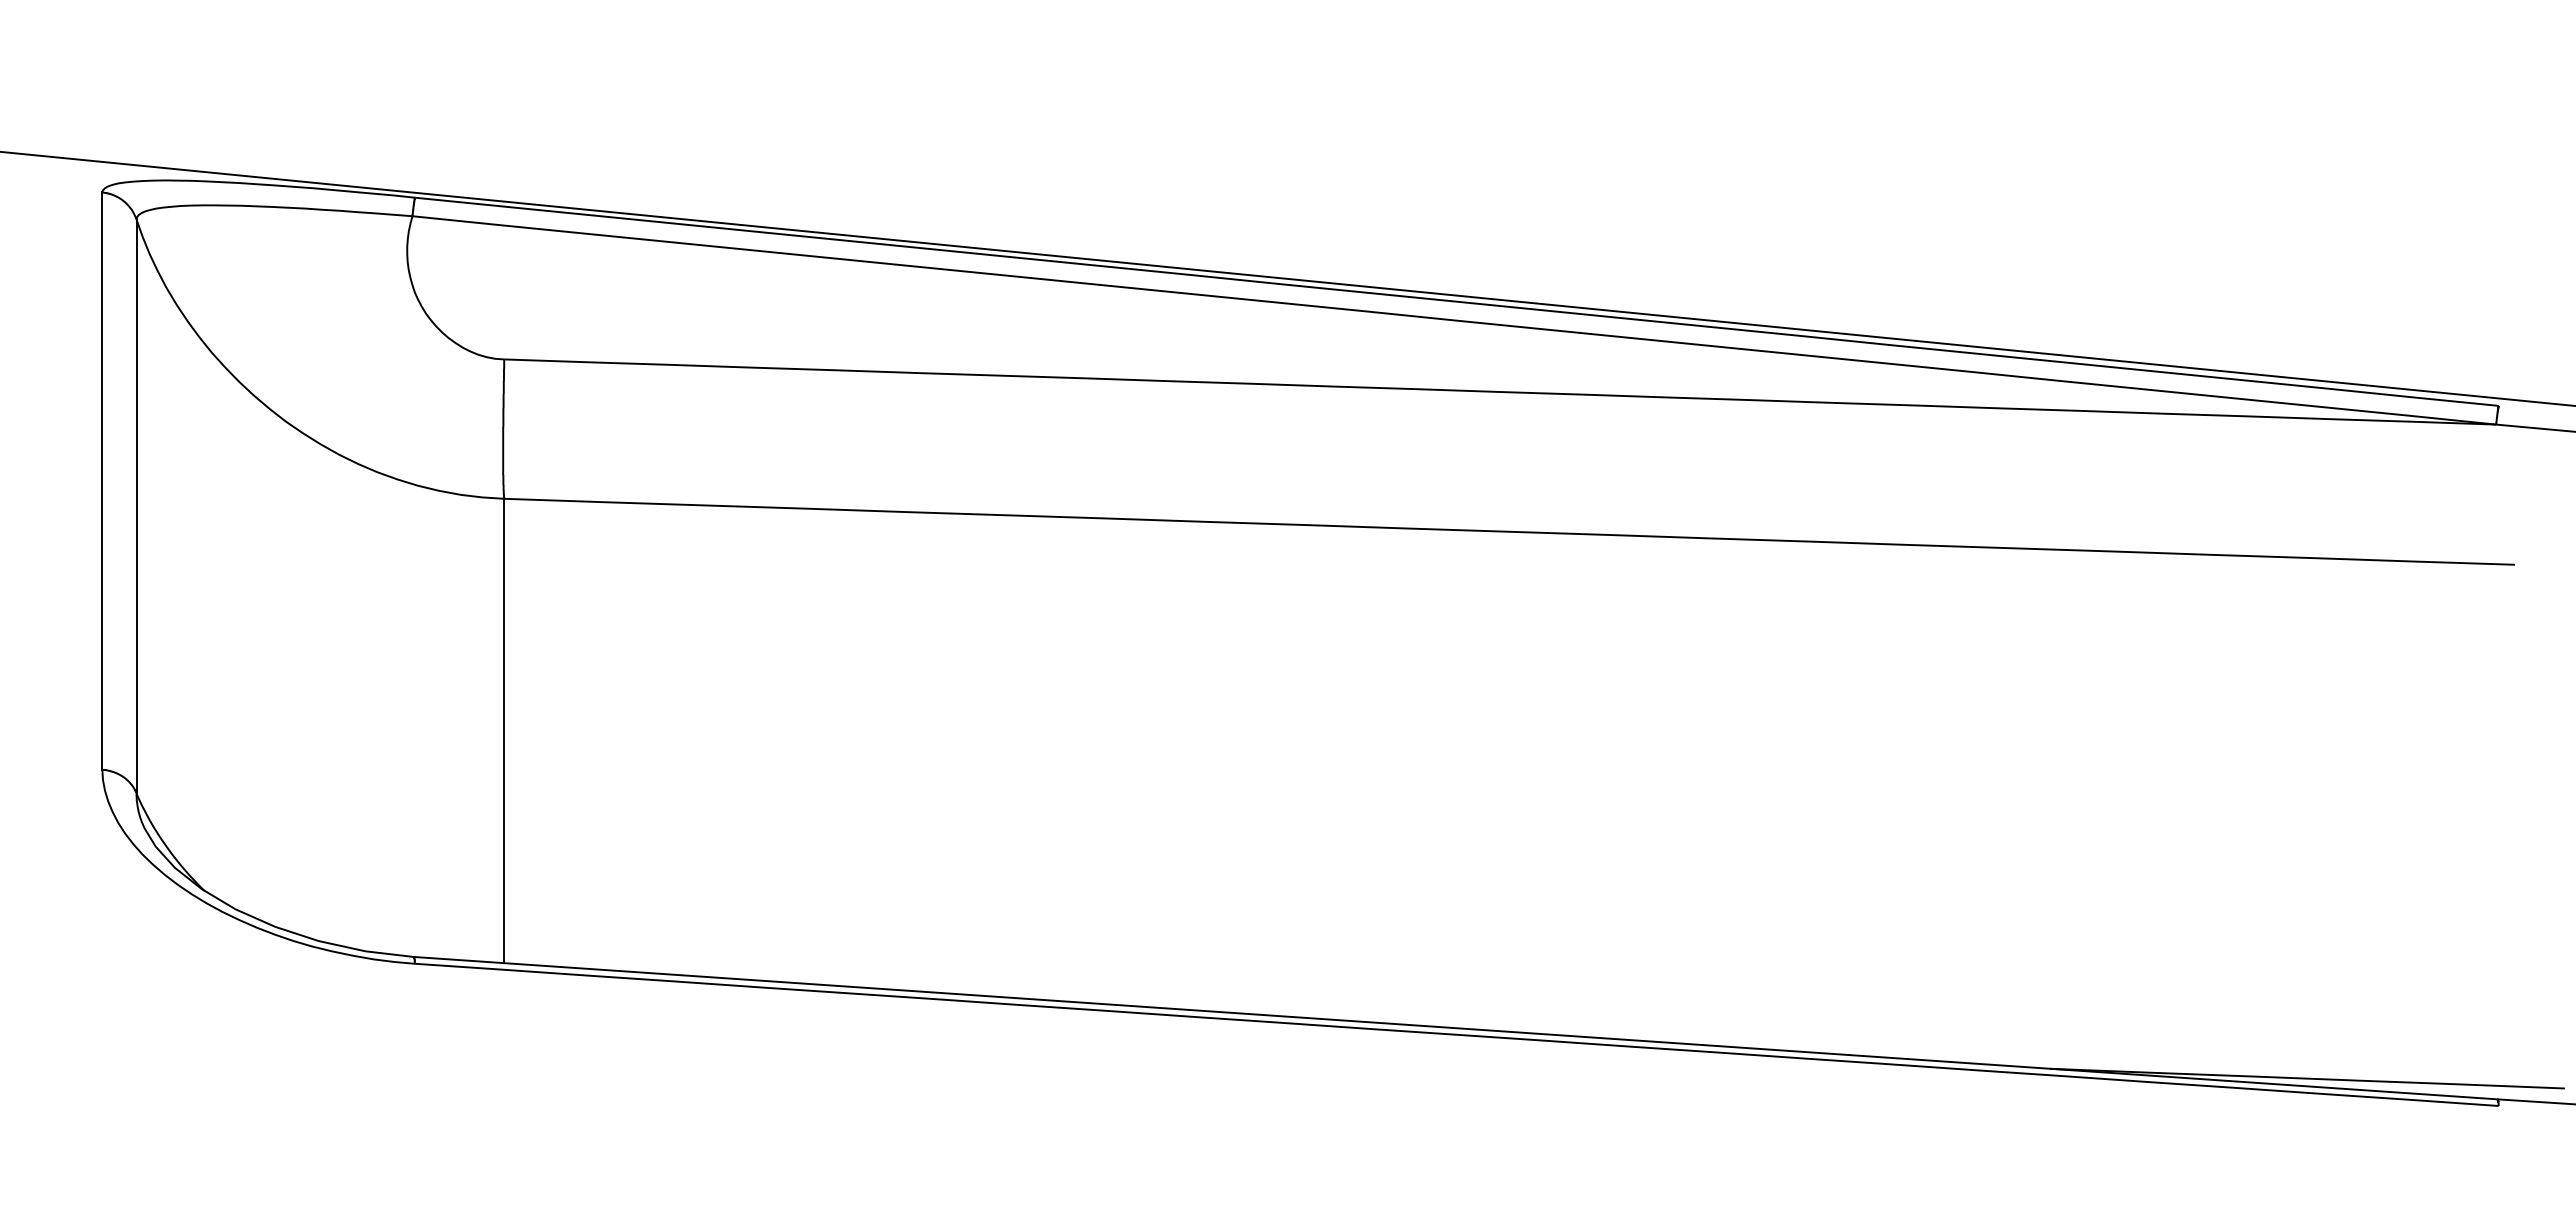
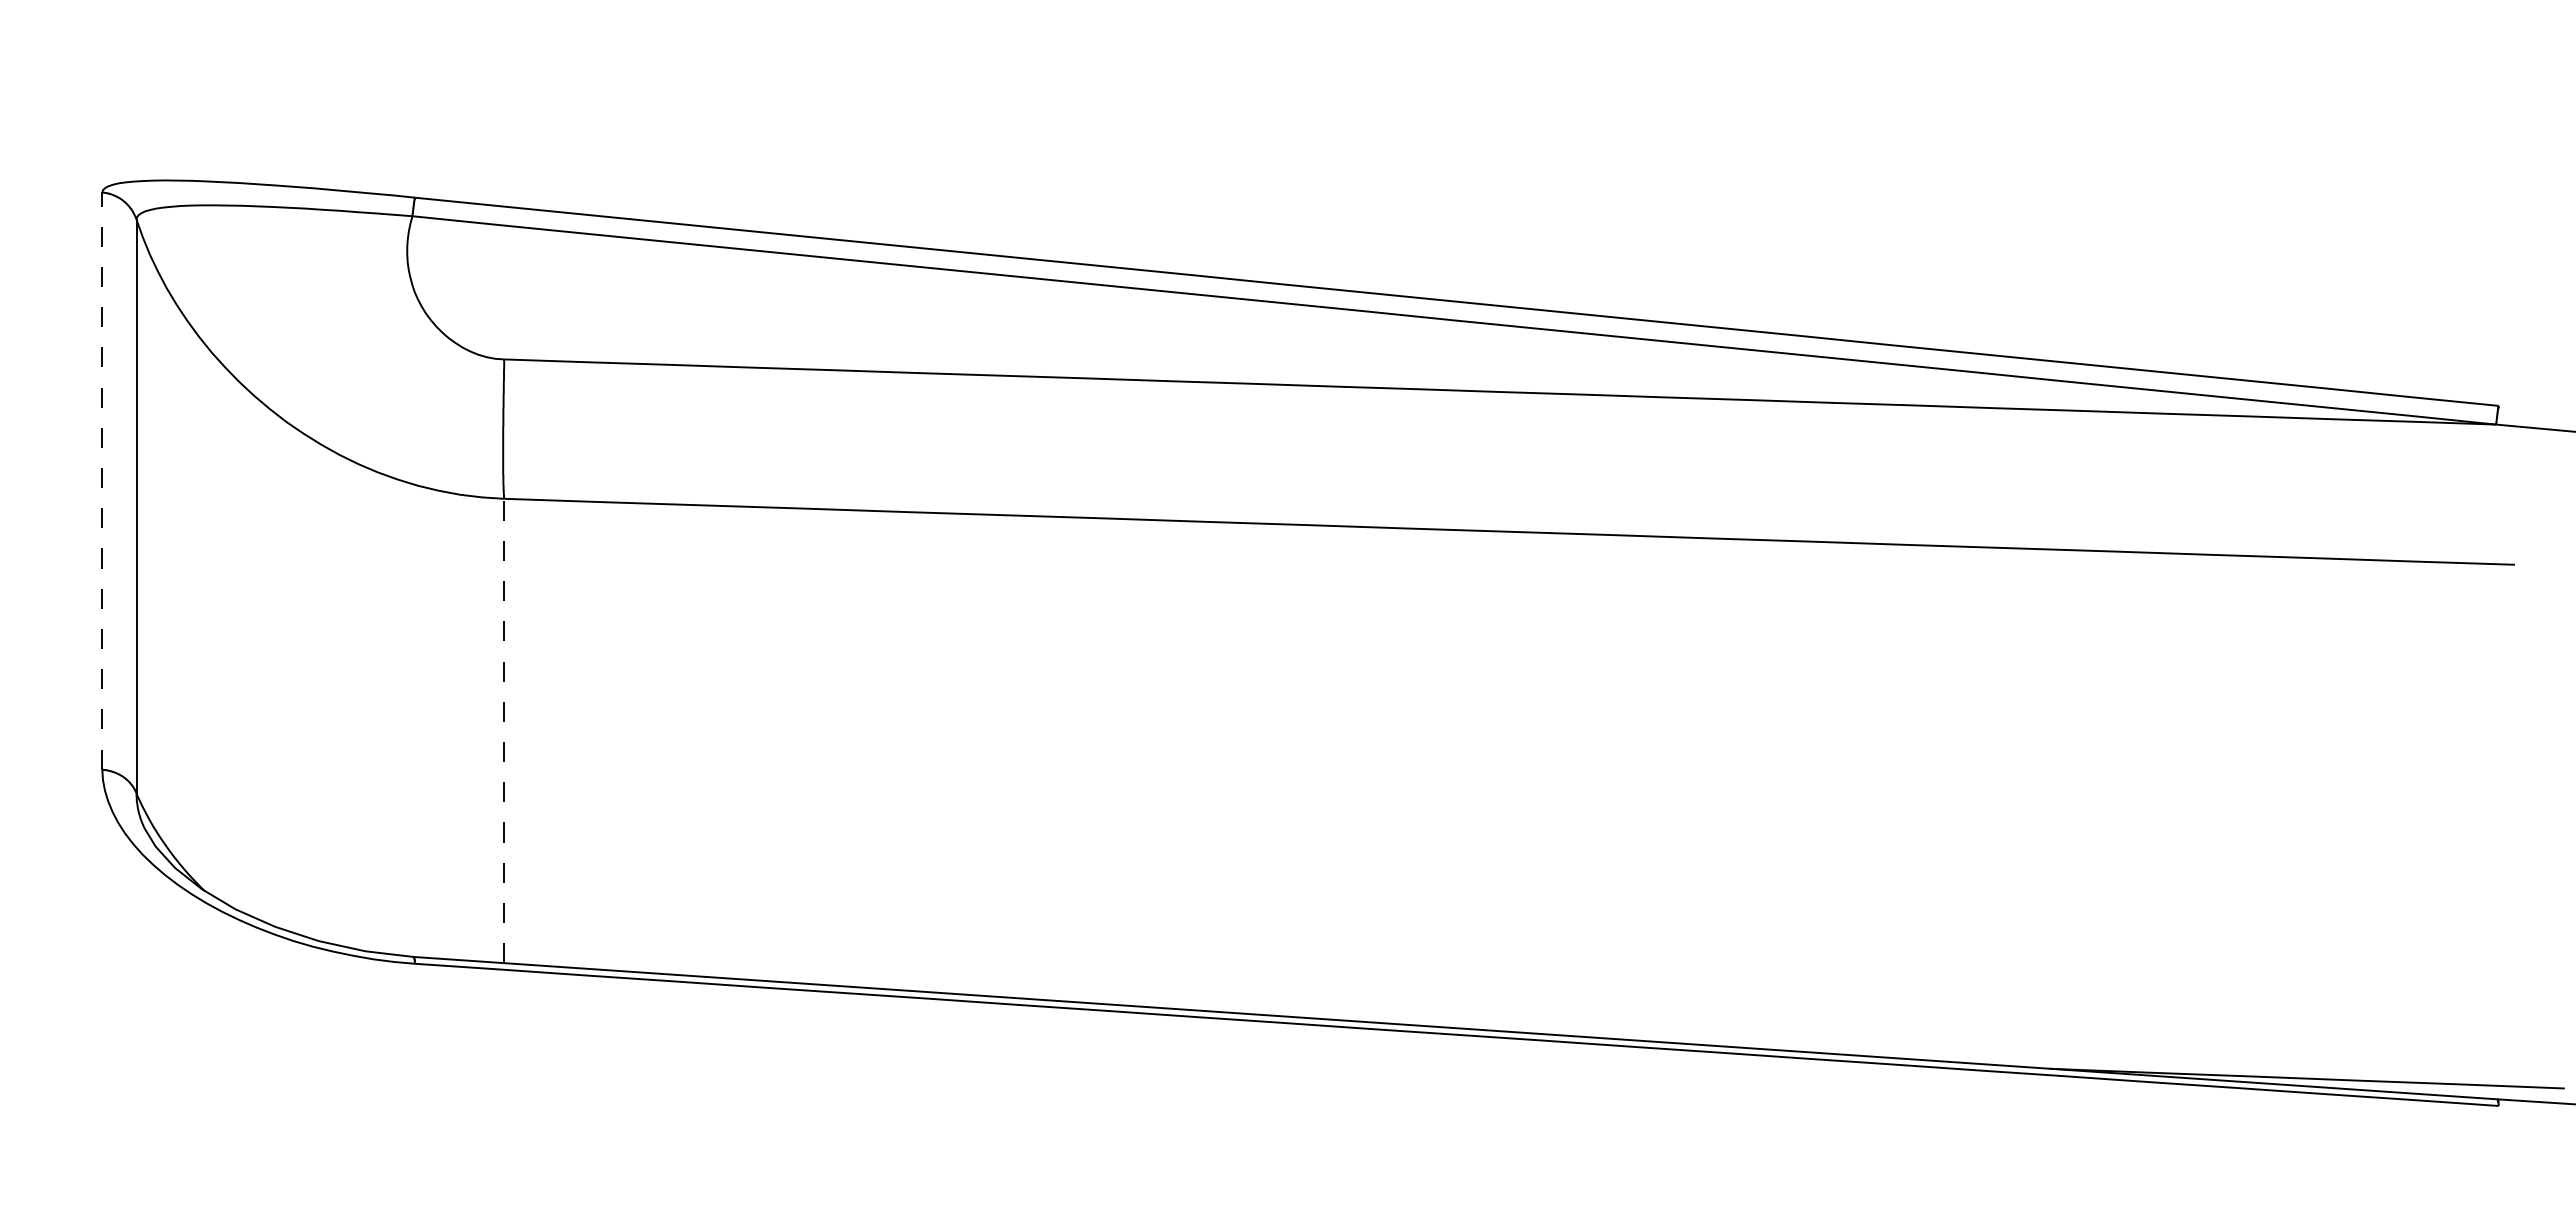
line at (1287, 278): present -> none
line at (102, 481): solid -> dashed
line at (504, 730): solid -> dashed
